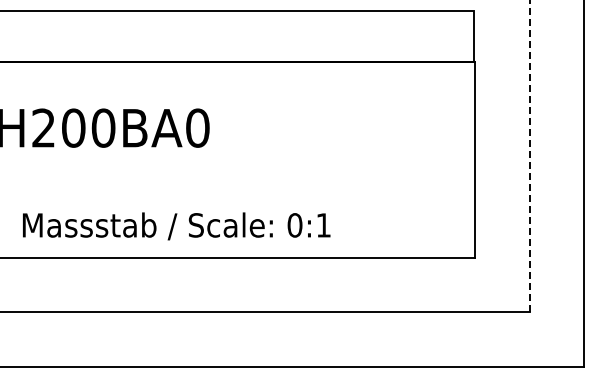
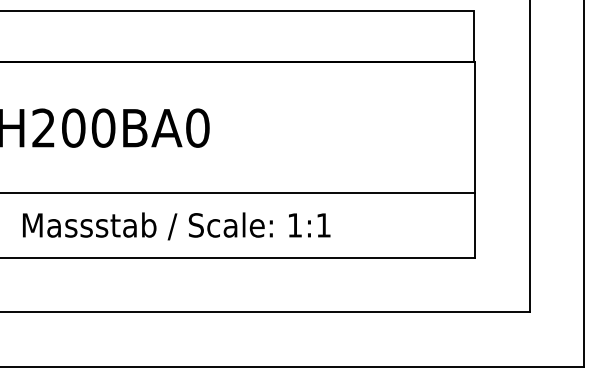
line at (529, 156): dashed -> solid
line at (238, 192): none -> present
text at (294, 225): 0:1 -> 1:1
